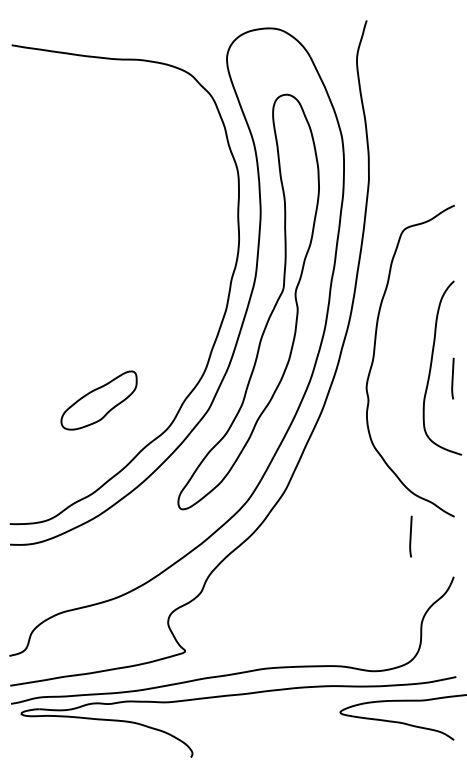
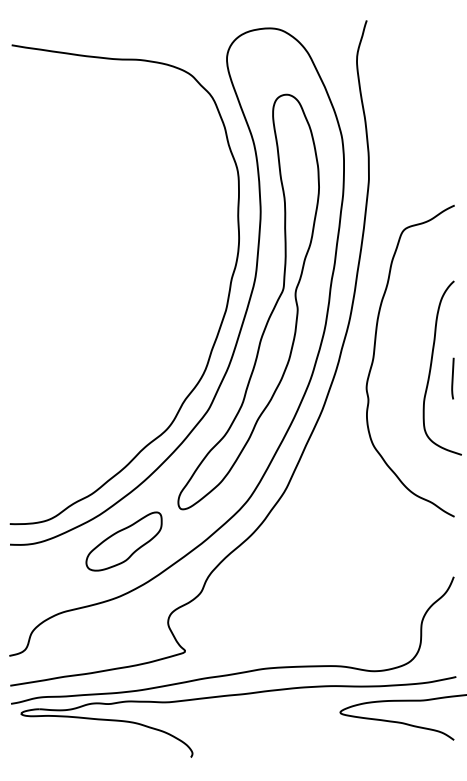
part at (98, 400) position: (98, 400) -> (123, 541)
line at (410, 536): present -> none
